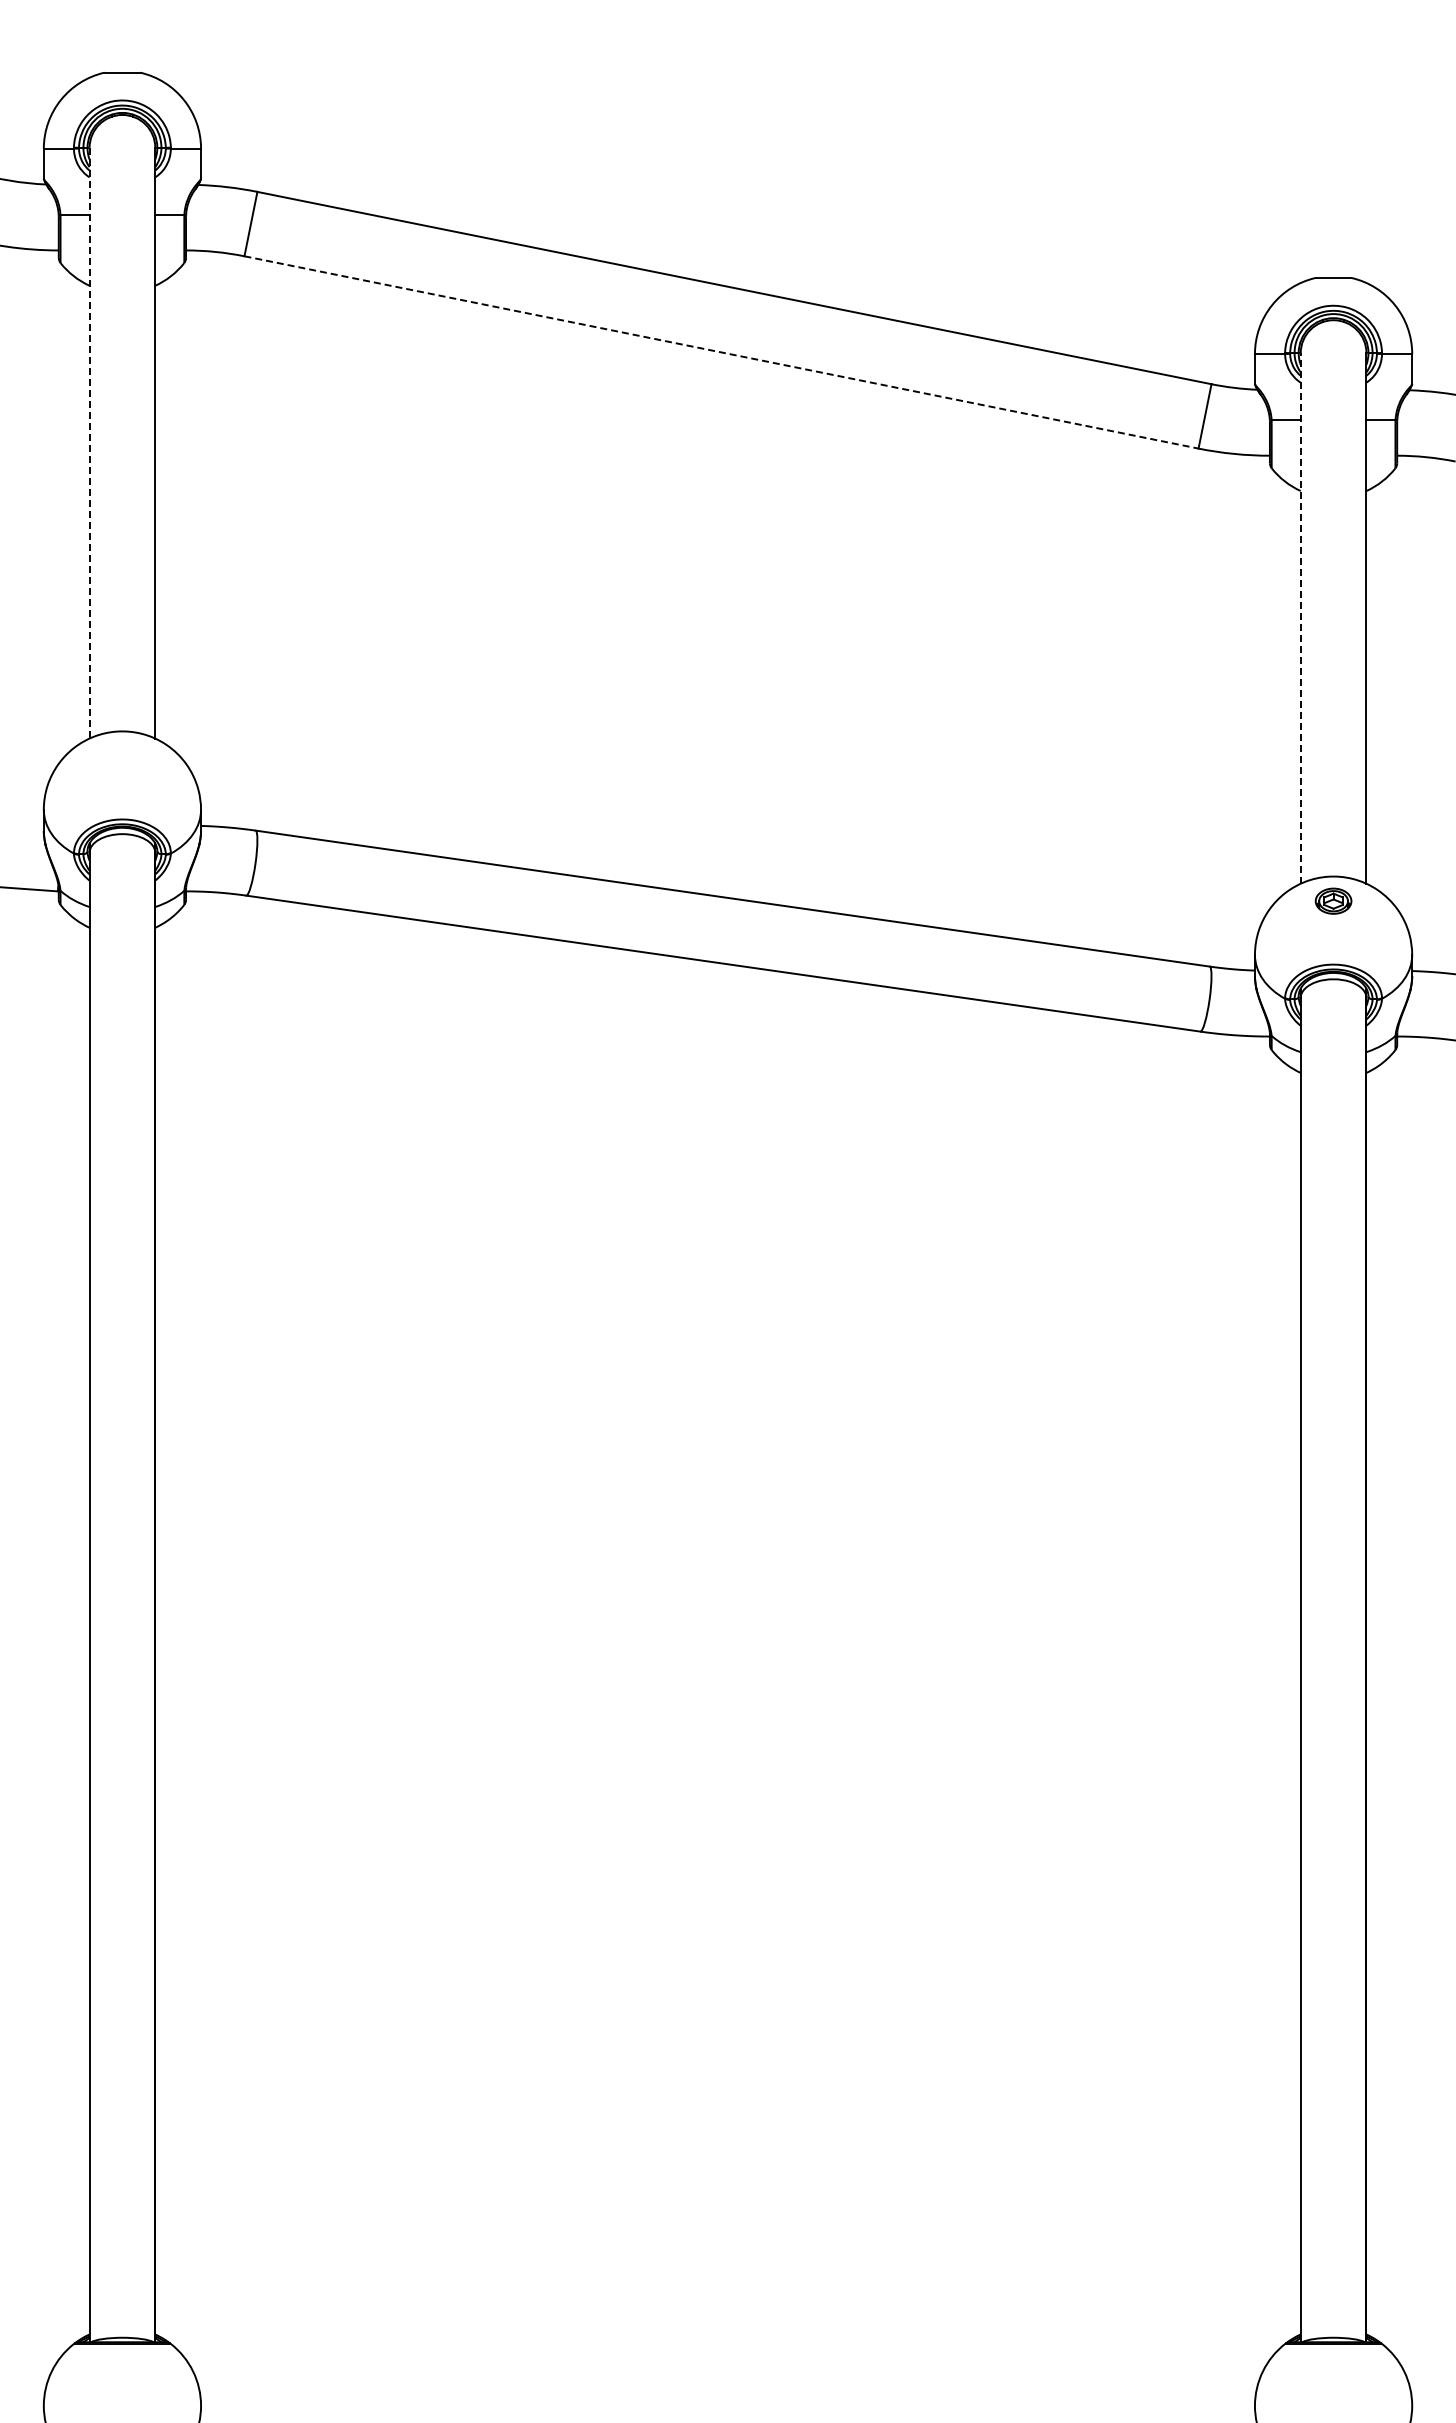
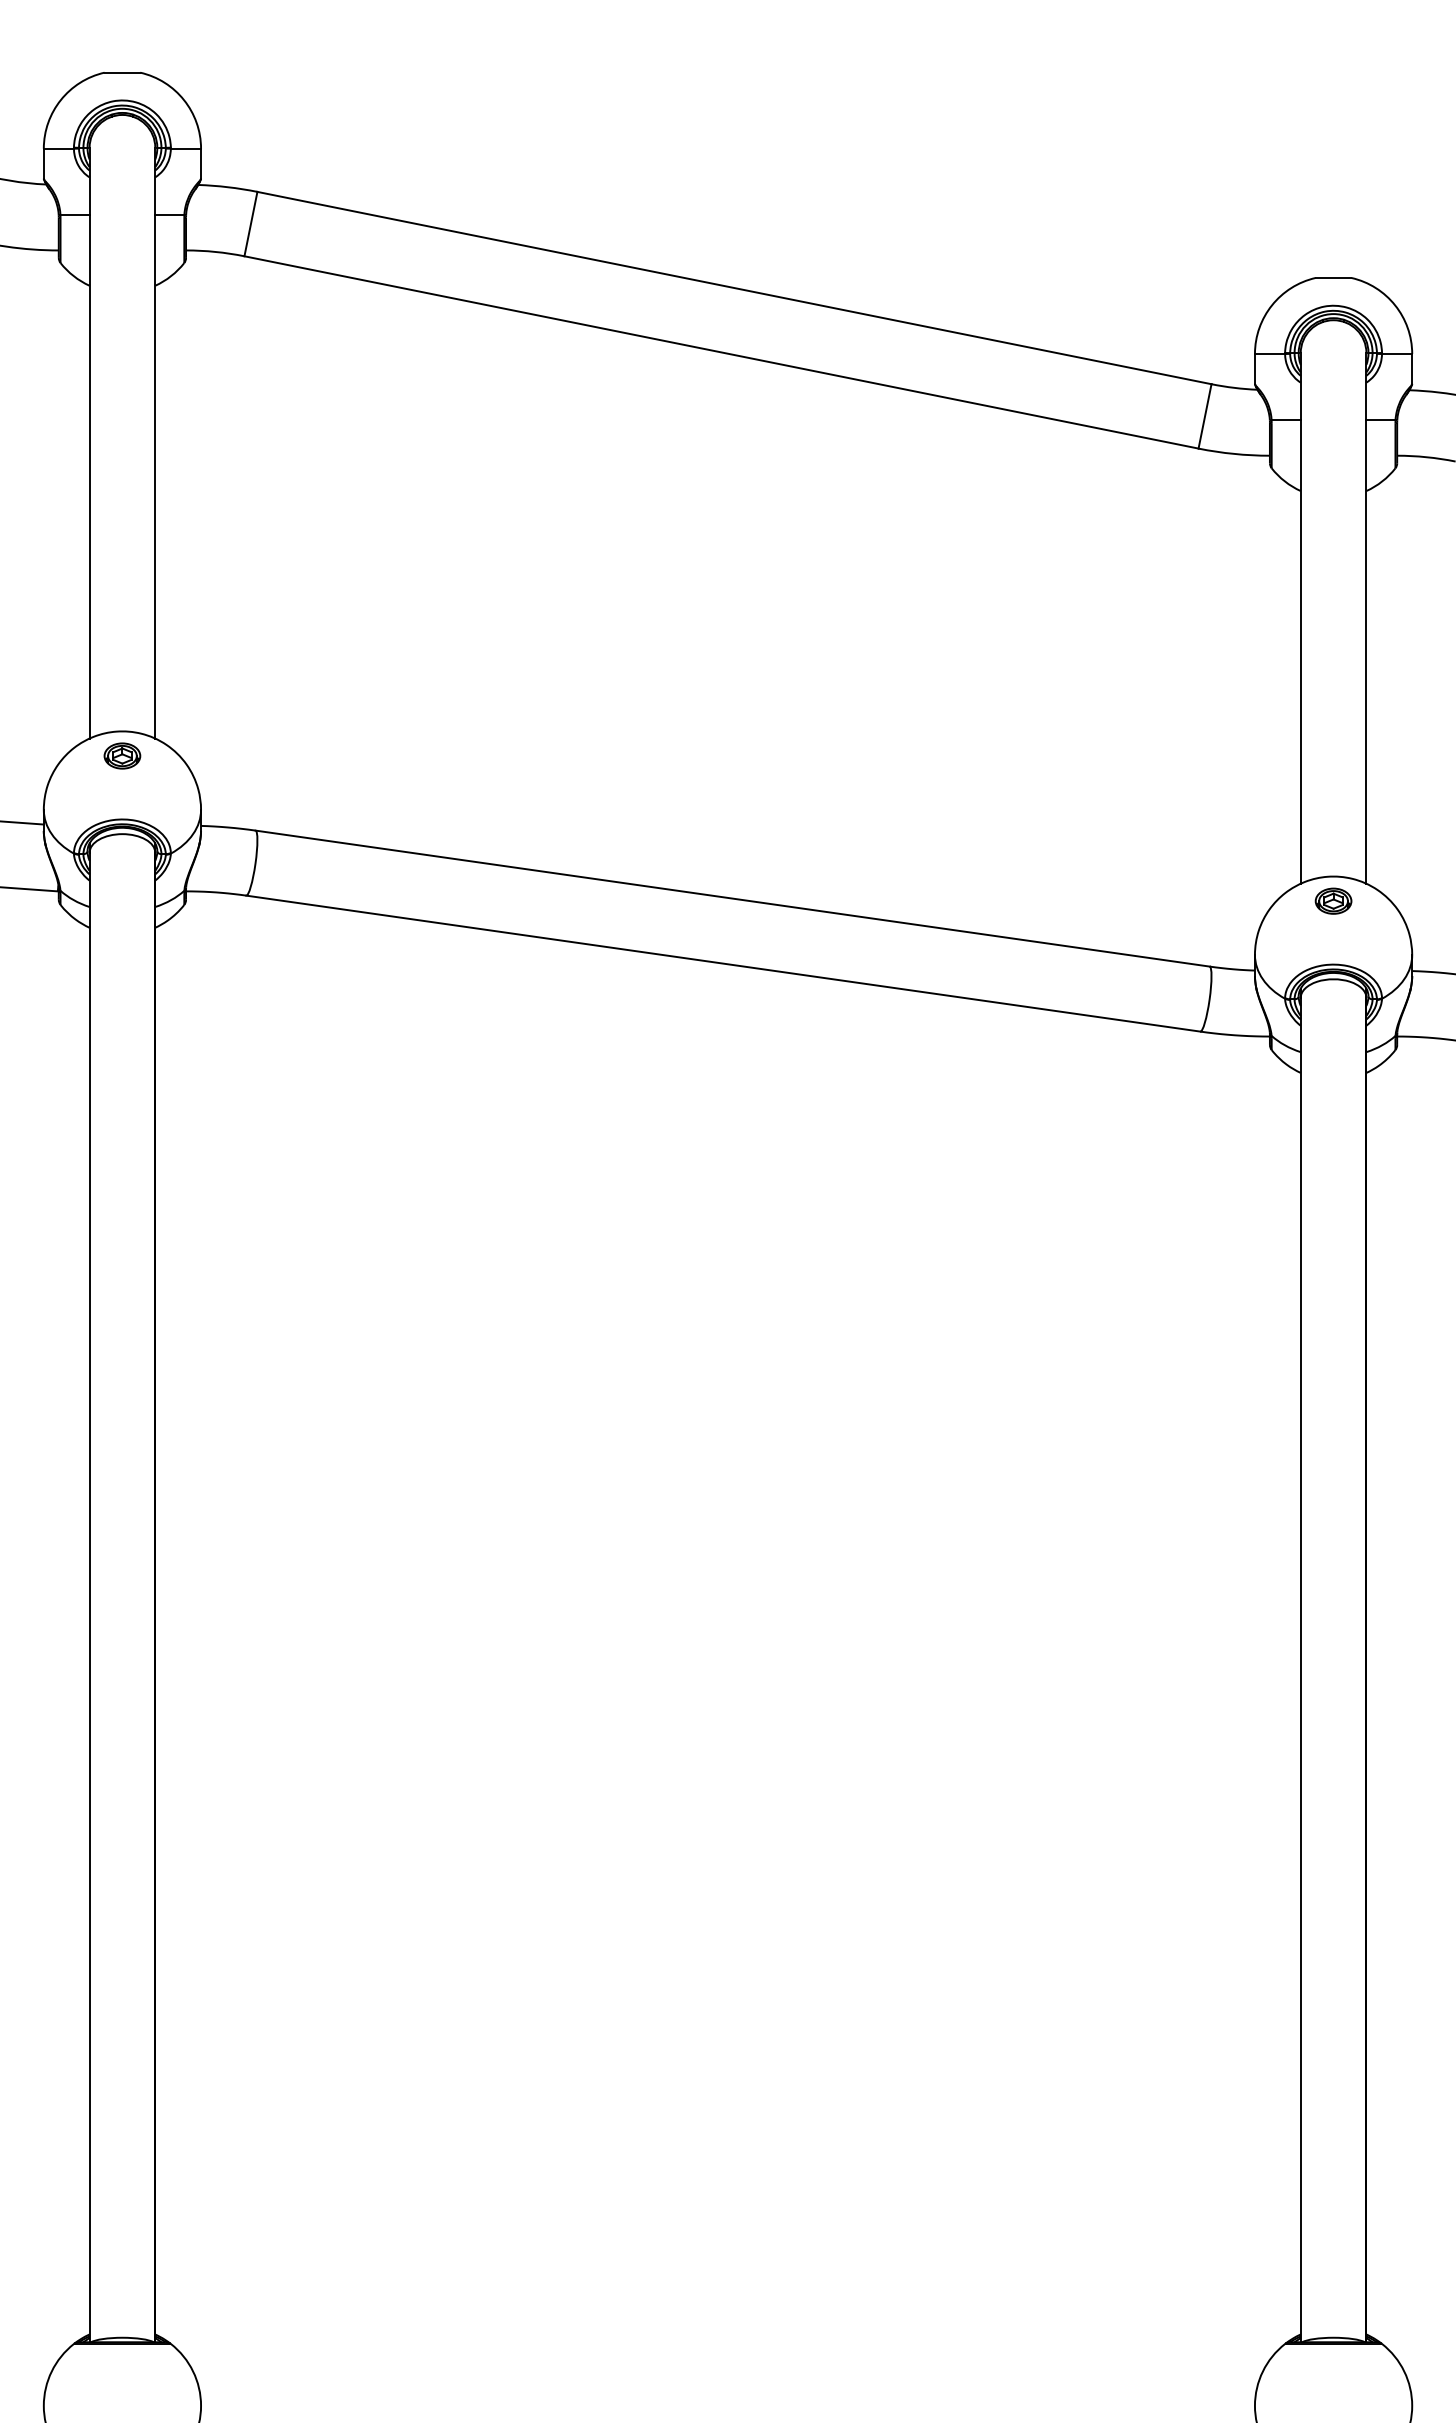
line at (721, 352): dashed -> solid
line at (89, 443): dashed -> solid
line at (1300, 617): dashed -> solid
part at (122, 755): none -> present
line at (22, 822): none -> present
